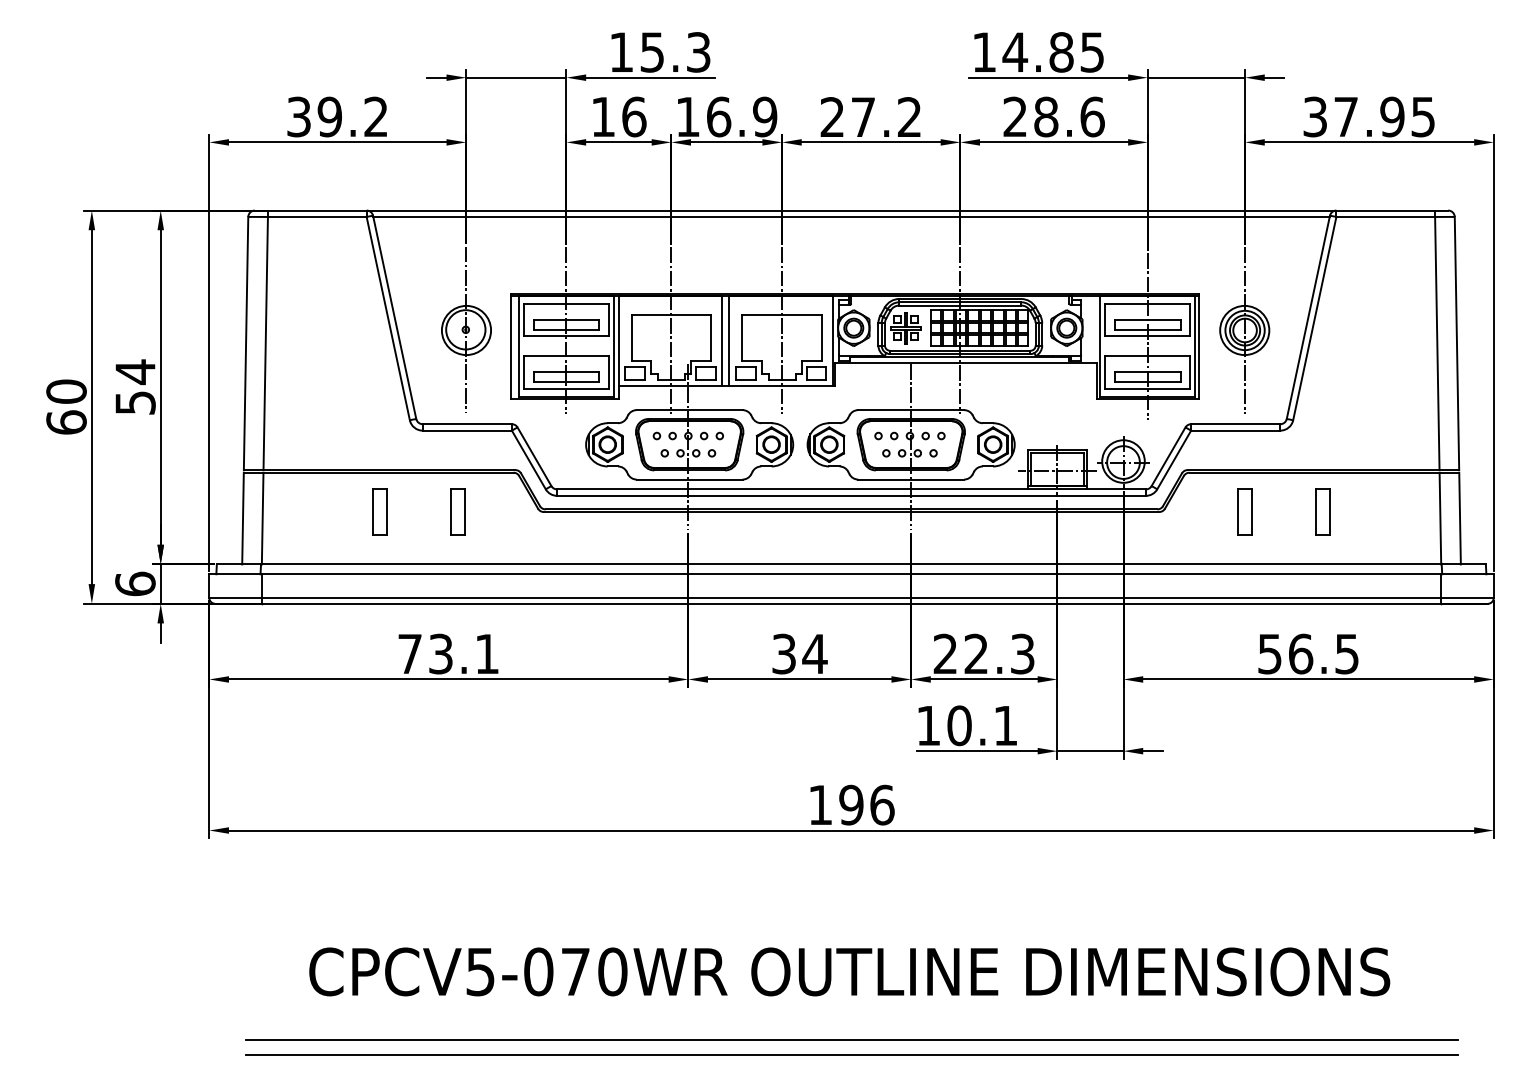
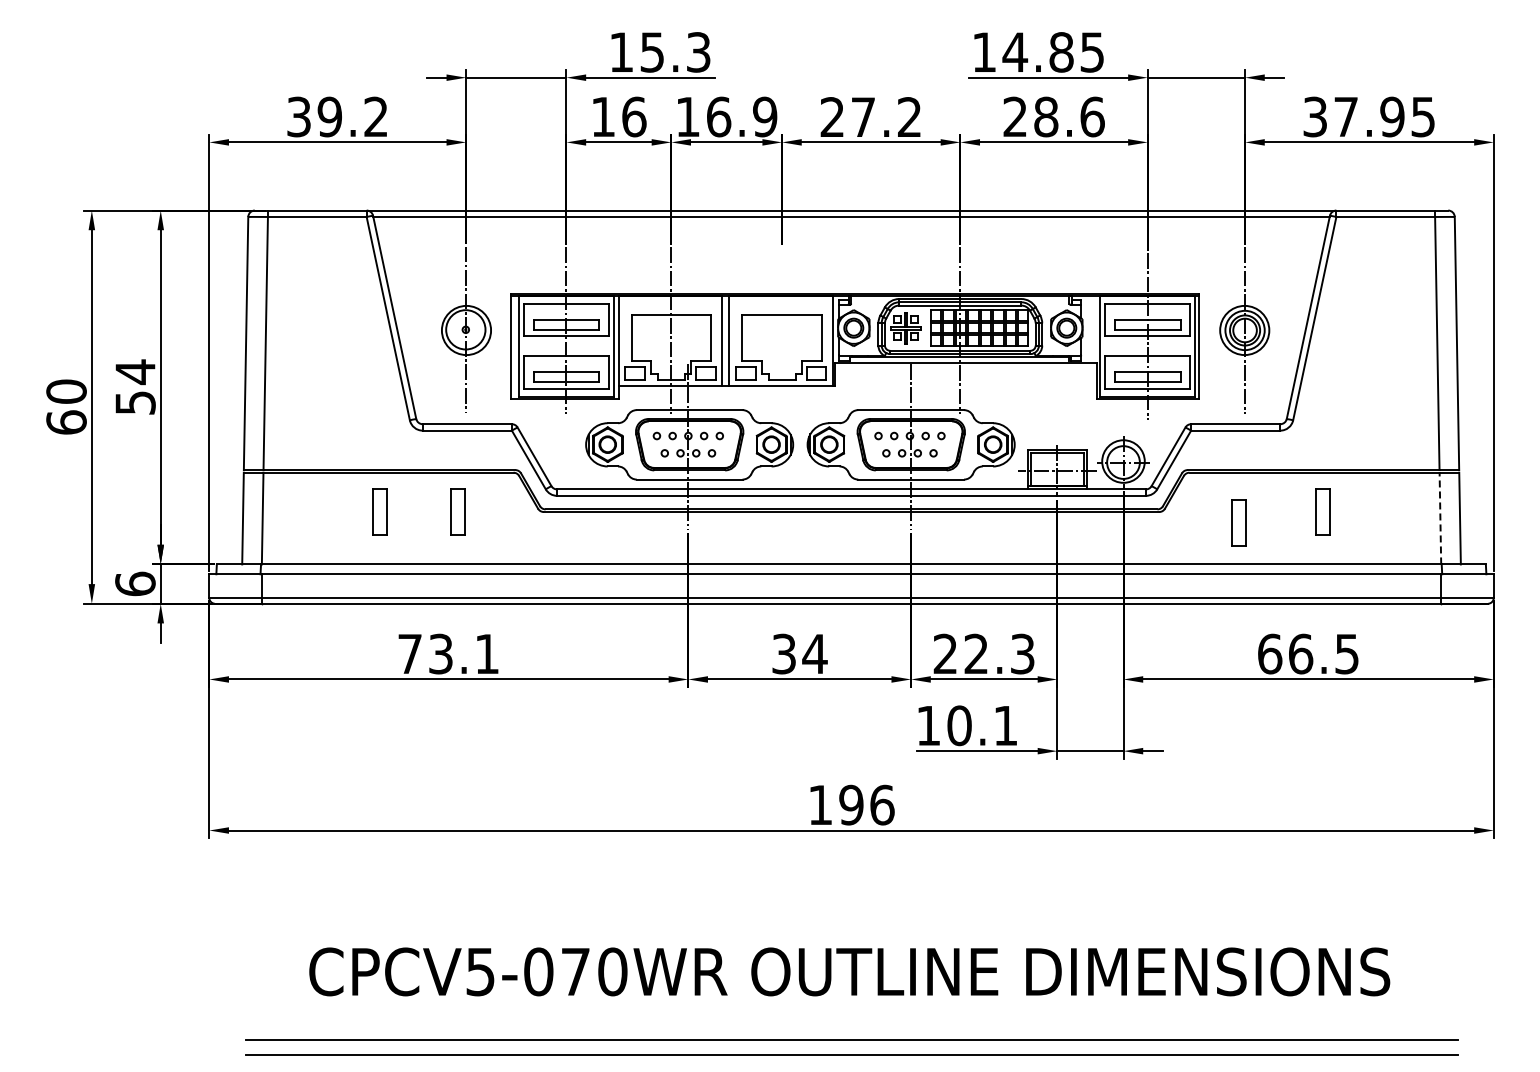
line at (782, 330): present -> none
part at (1244, 511) position: (1244, 511) -> (1238, 522)
line at (1440, 518): solid -> dashed
text at (1270, 653): 56.5 -> 66.5
